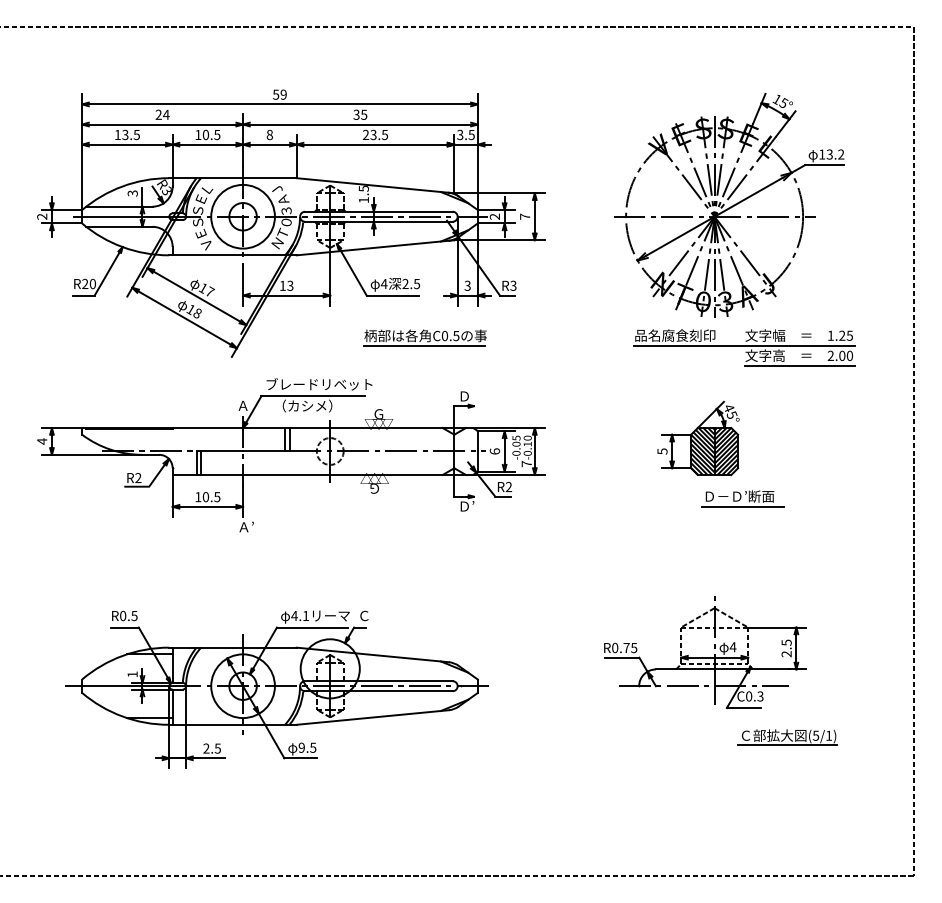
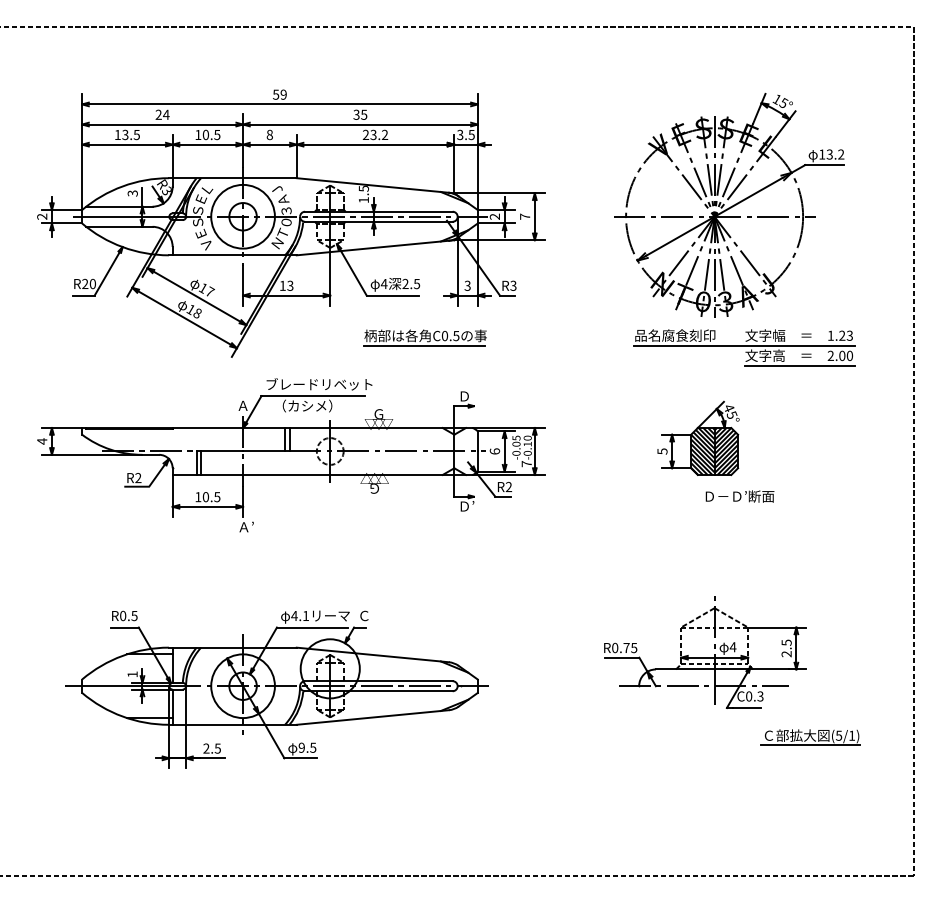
text at (384, 134): 23.5 -> 23.2
text at (849, 335): 1.25 -> 1.23
line at (743, 506): present -> none
part at (787, 737) position: (787, 737) -> (810, 737)
